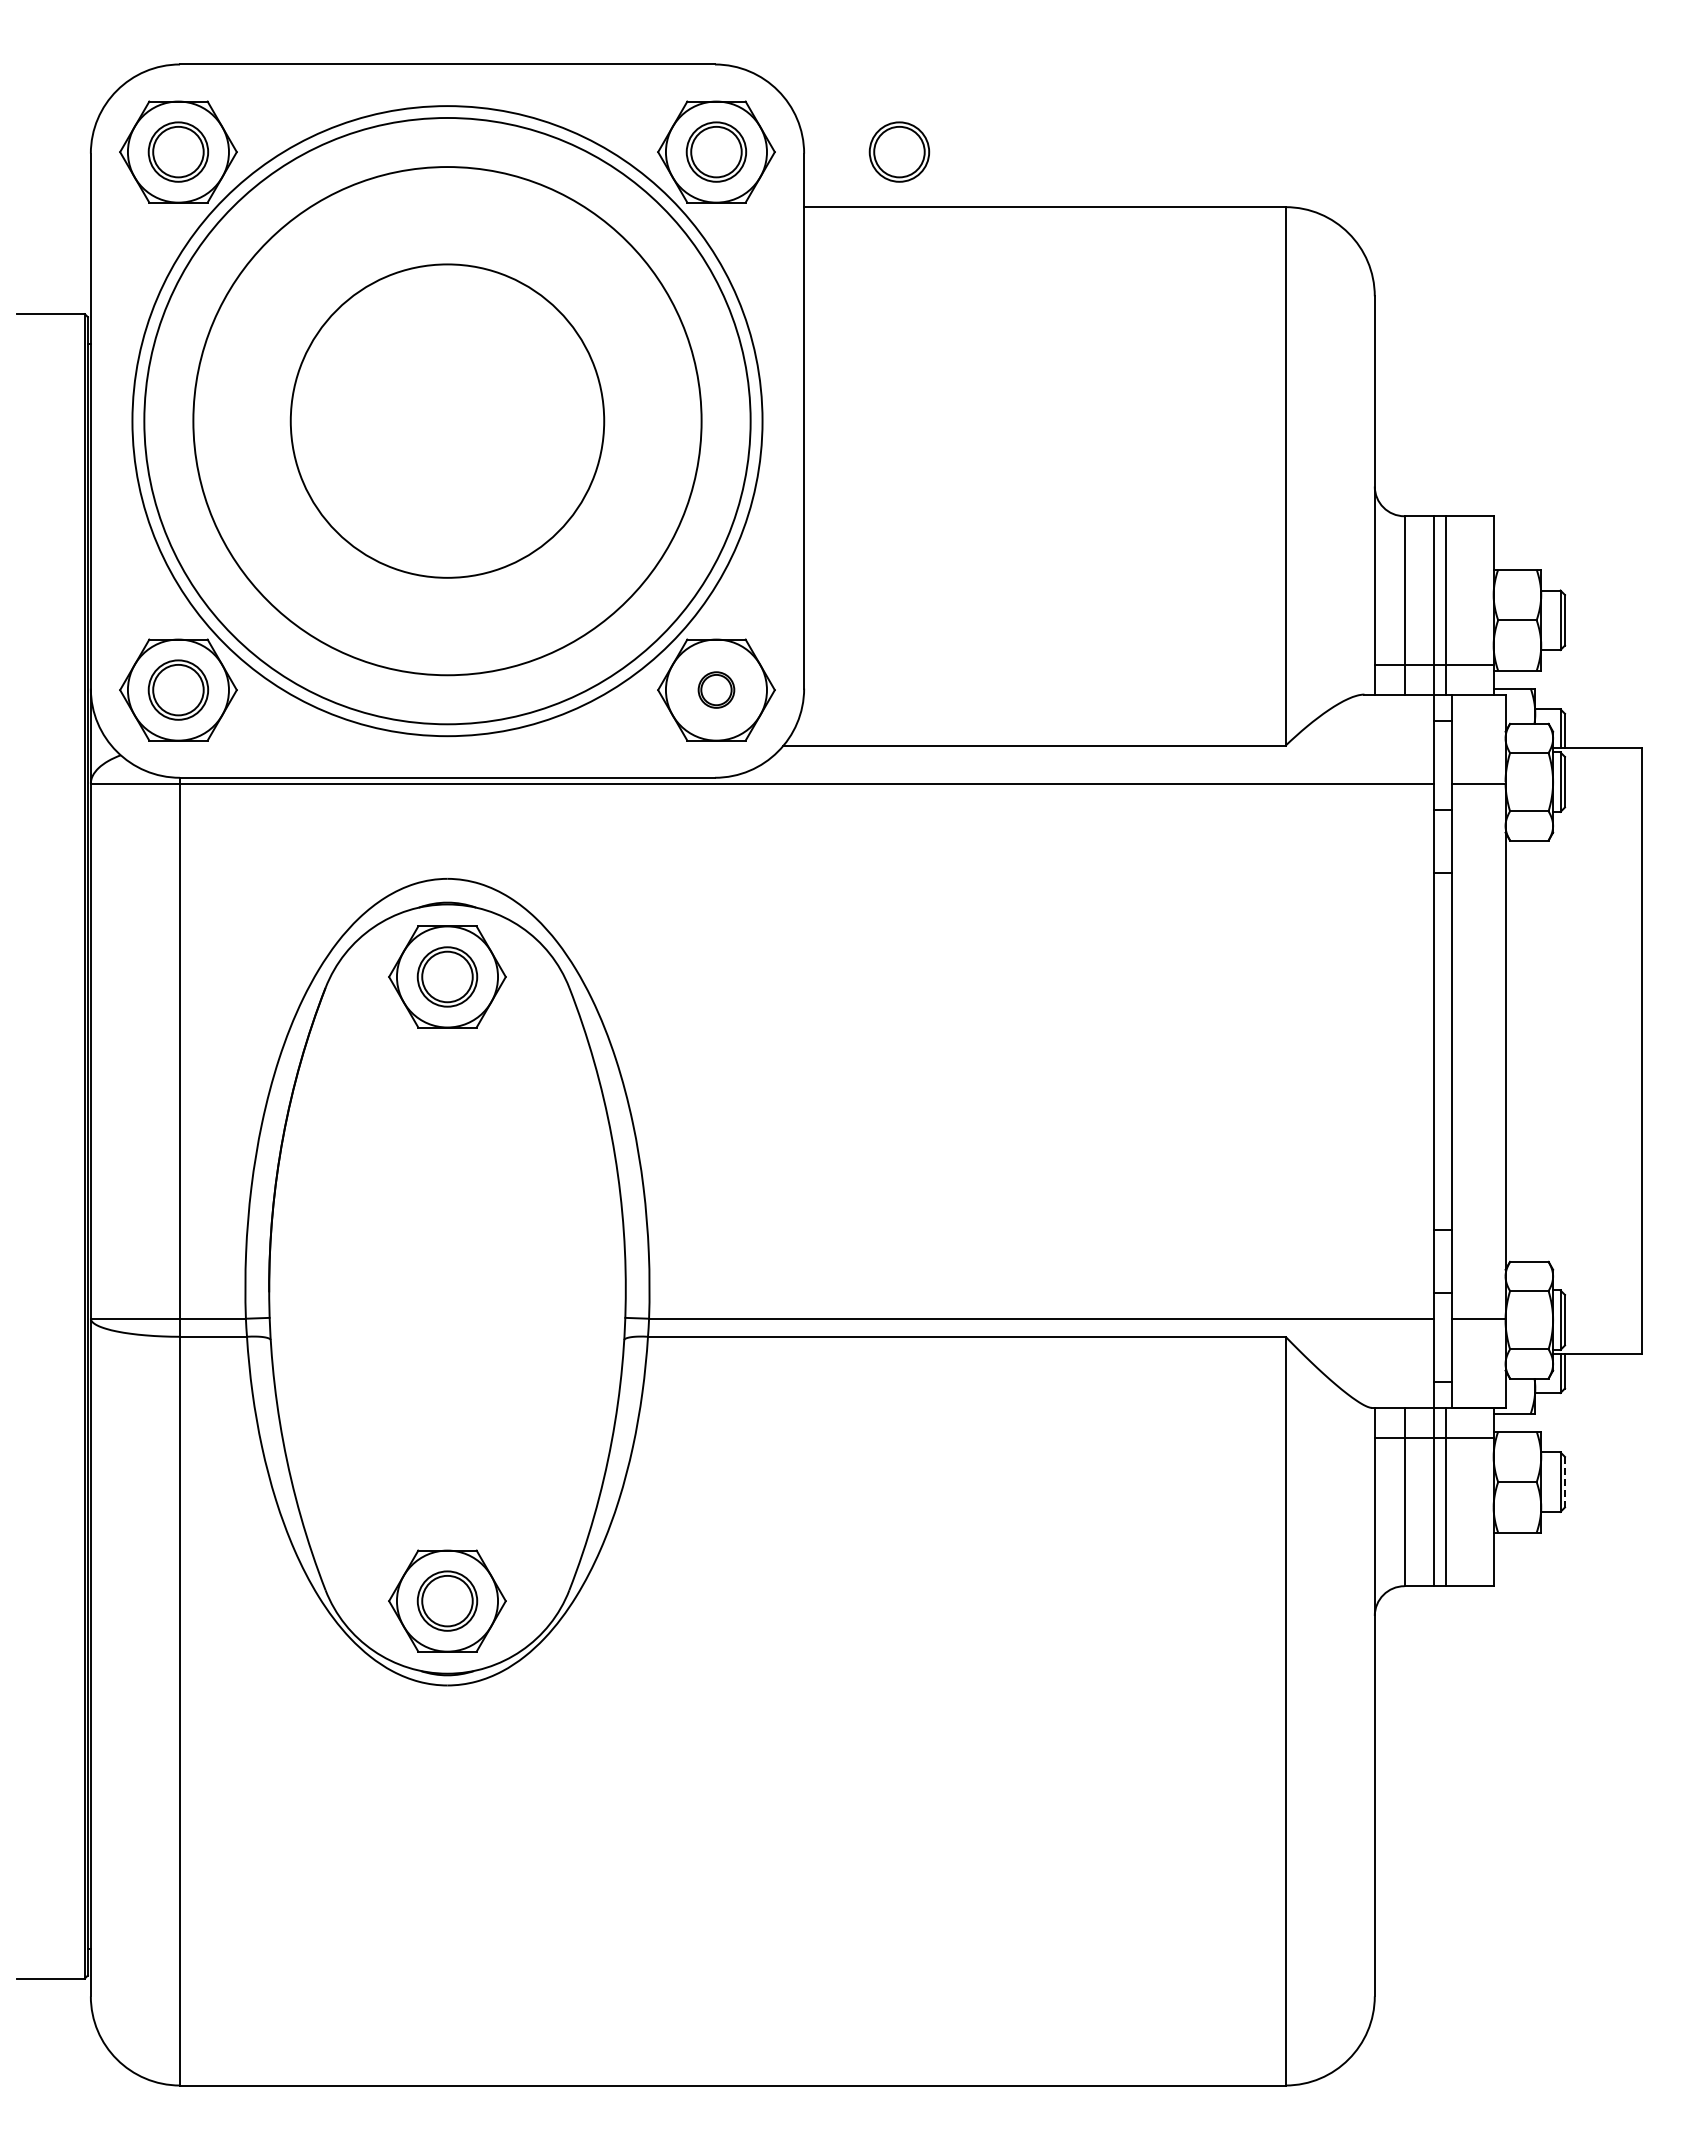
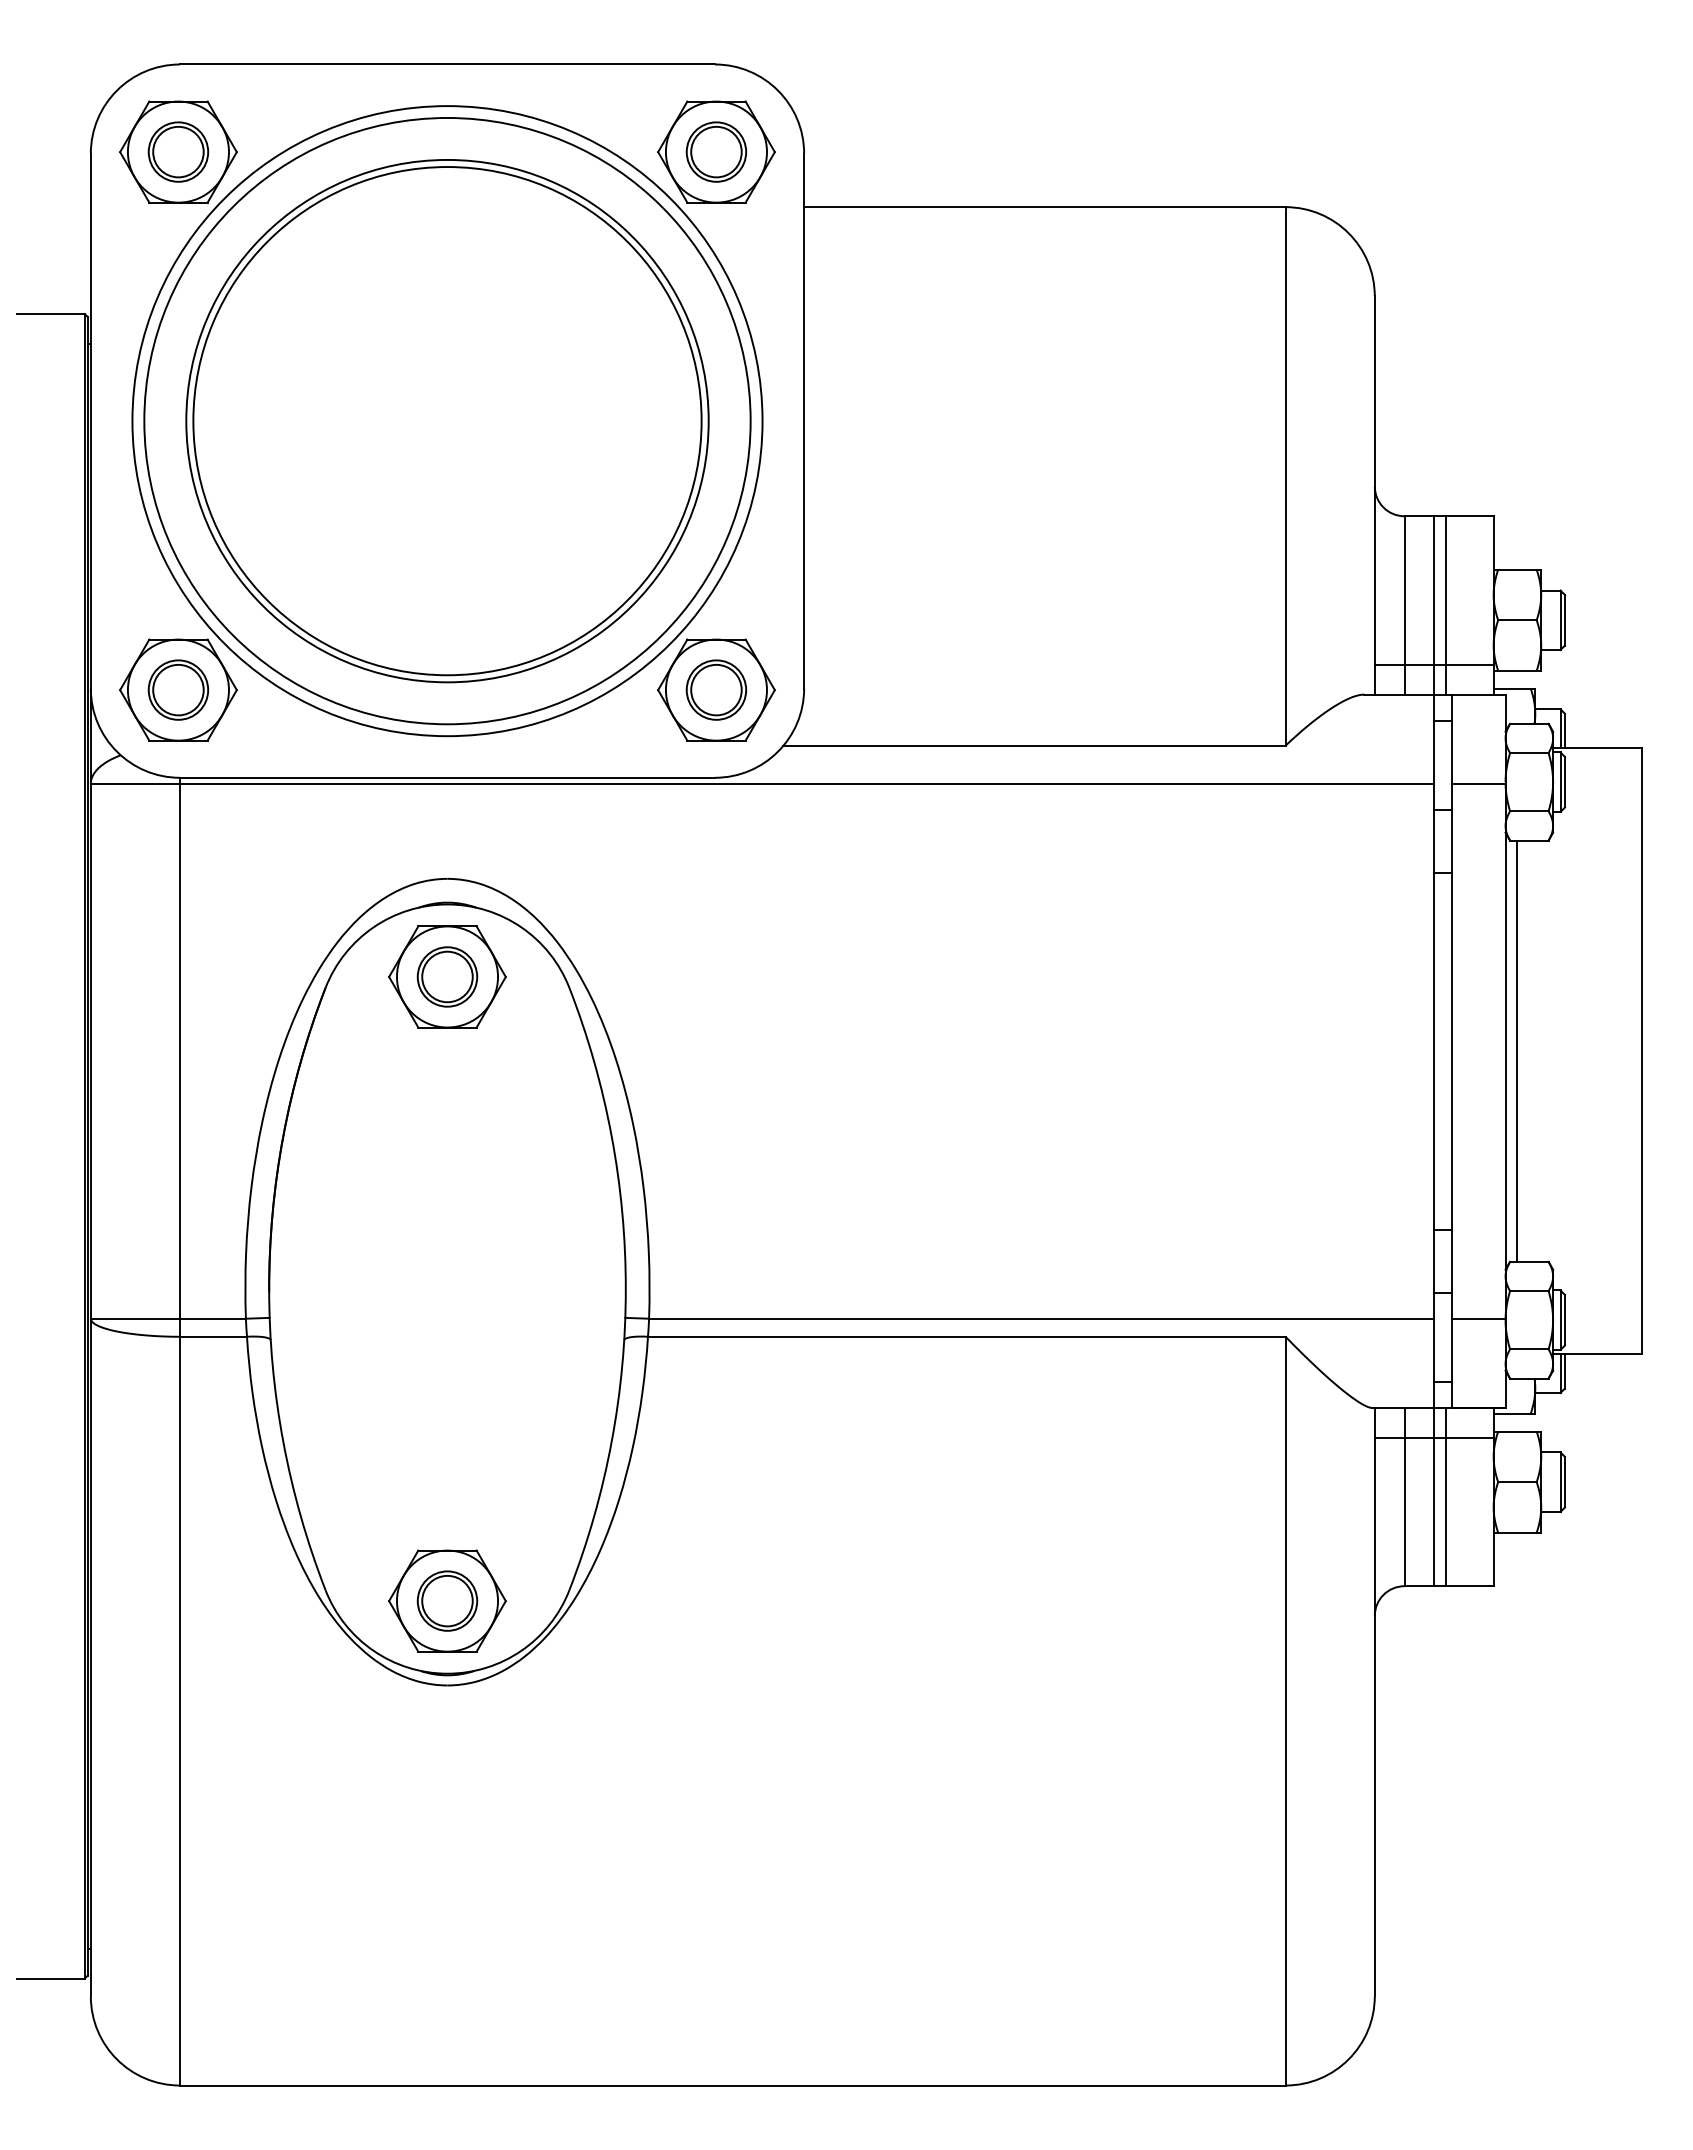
part at (899, 151): present -> none
circle at (447, 420) diameter: 313 px -> 522 px
part at (716, 689) size: 39x38 px -> 63x62 px
line at (1517, 1050): none -> present
line at (1565, 1482): dashed -> solid
